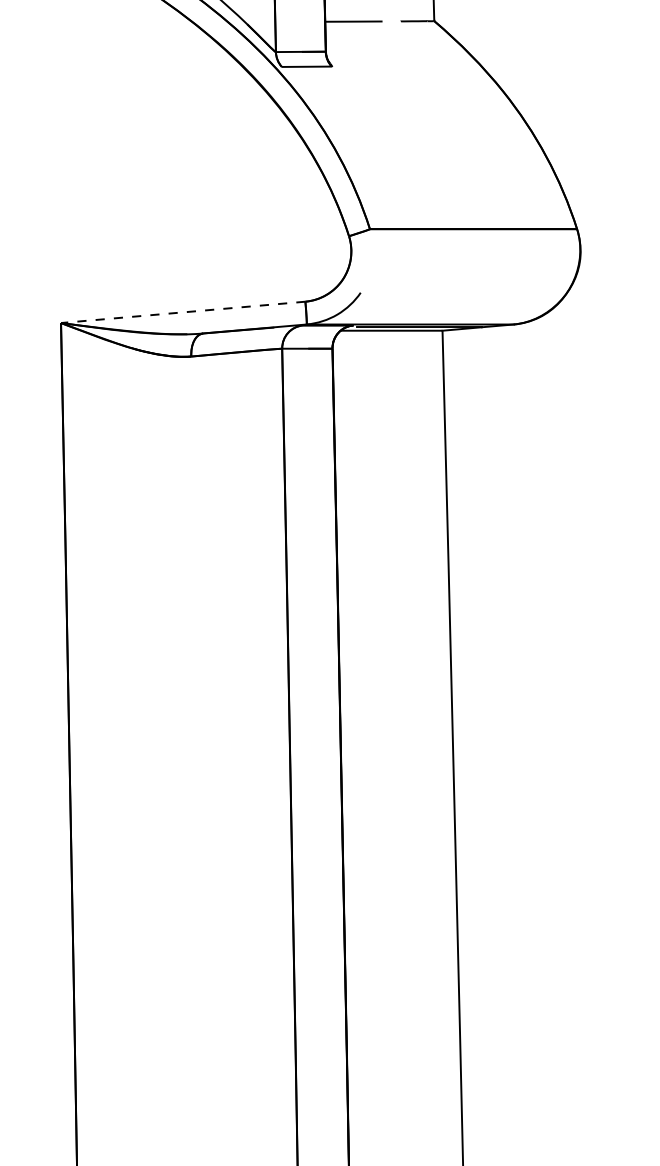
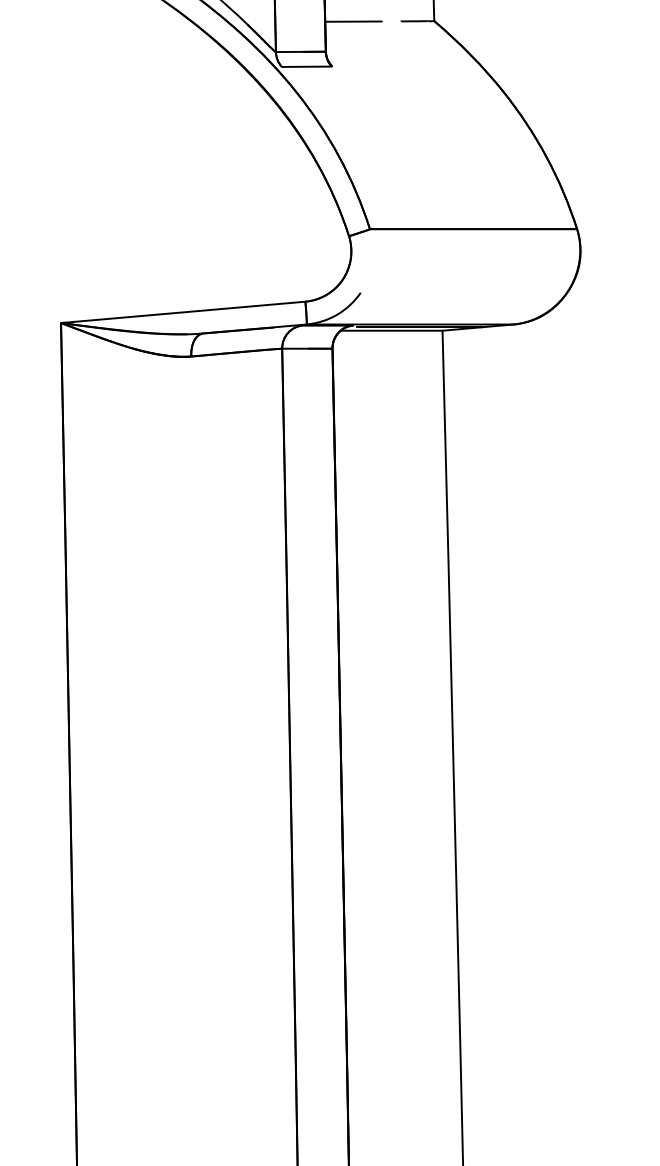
line at (183, 312): dashed -> solid
